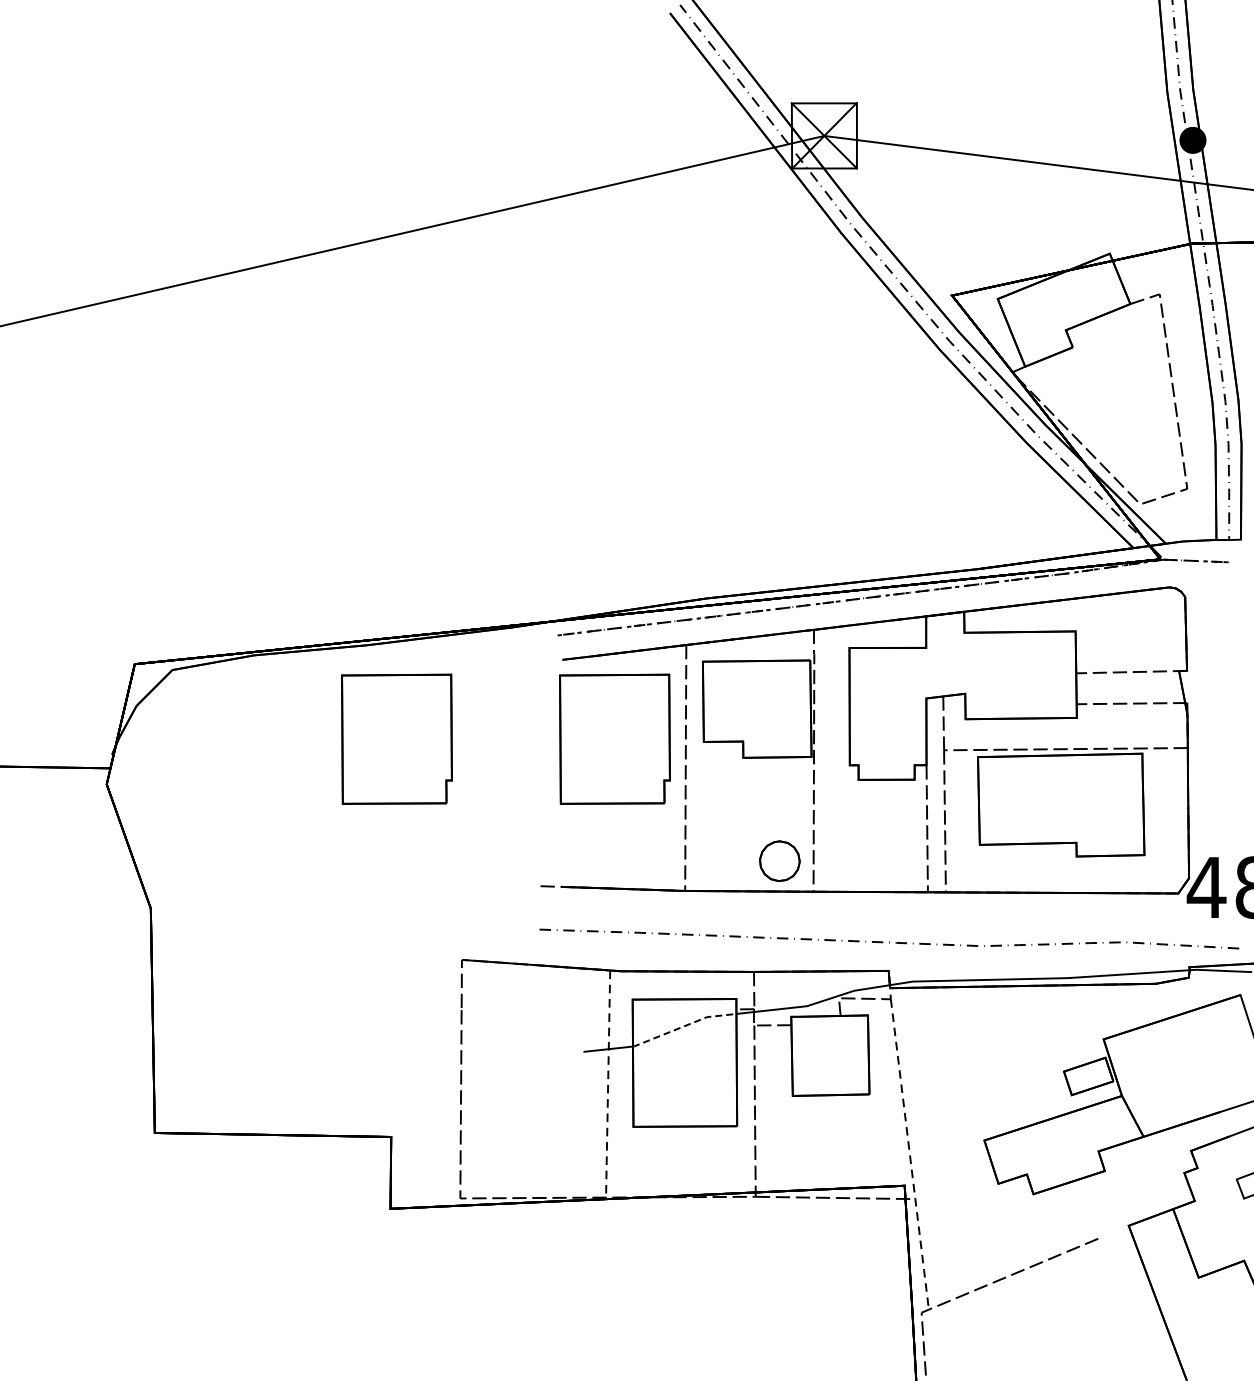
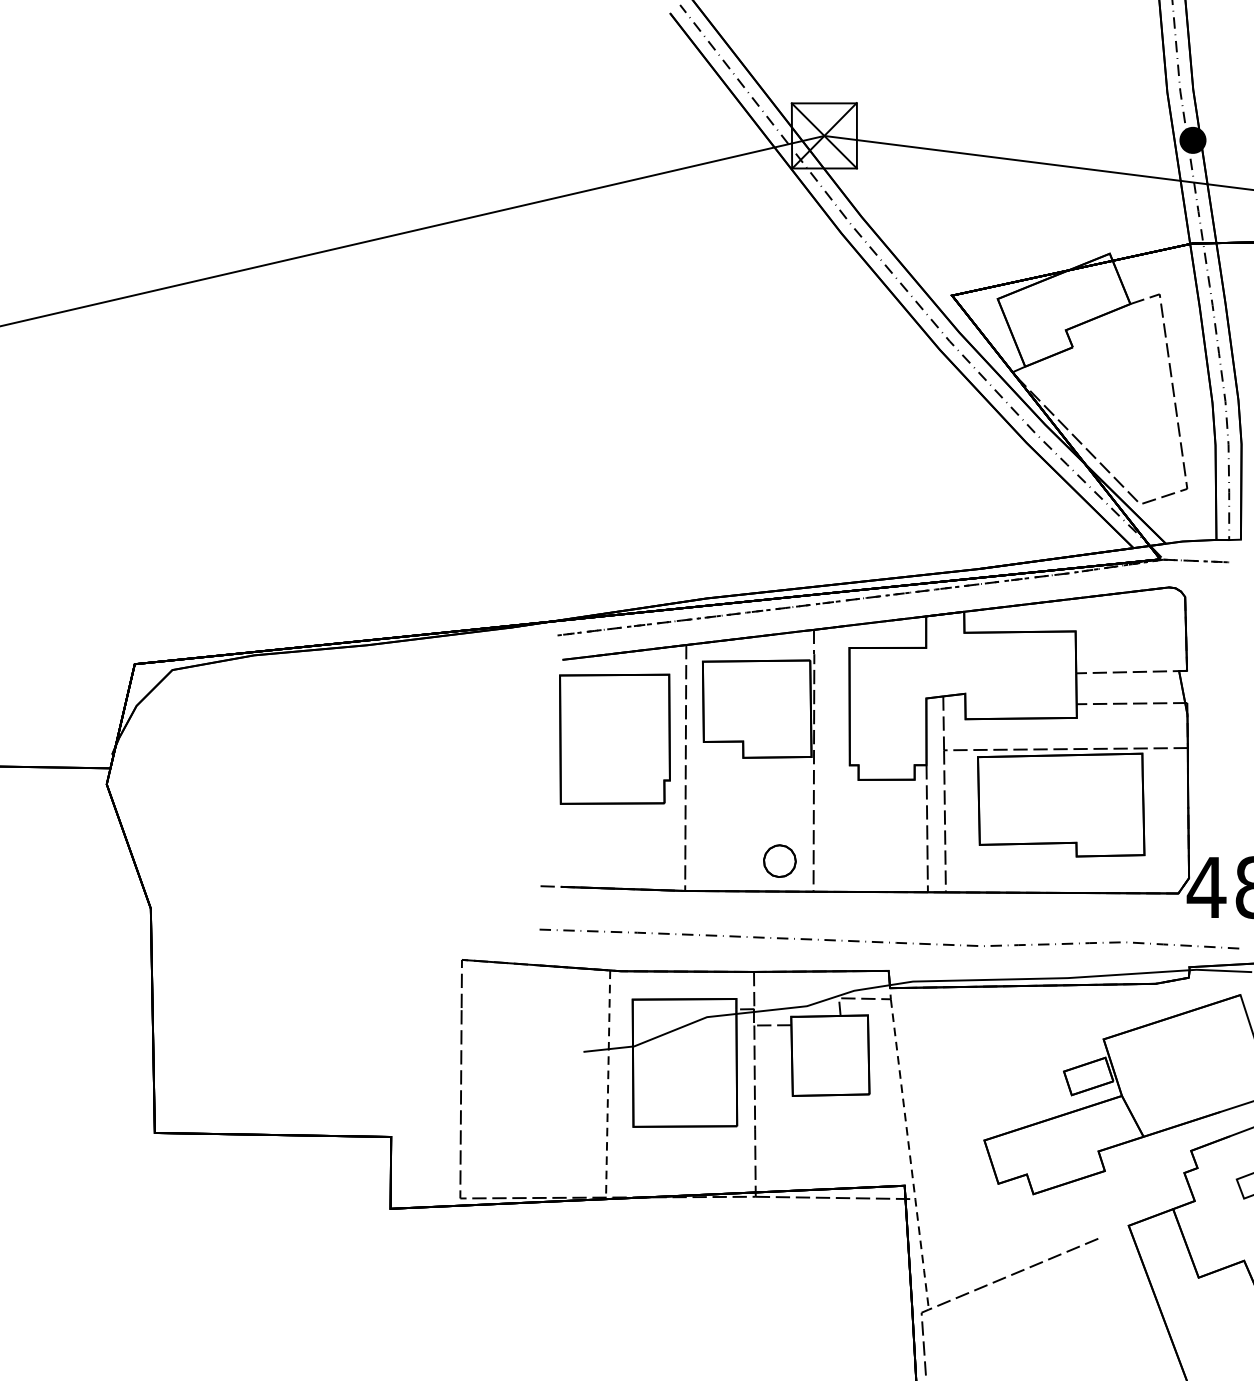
part at (396, 738): present -> none
part at (779, 860) size: 42x42 px -> 34x34 px
line at (684, 1026): dashed -> solid
